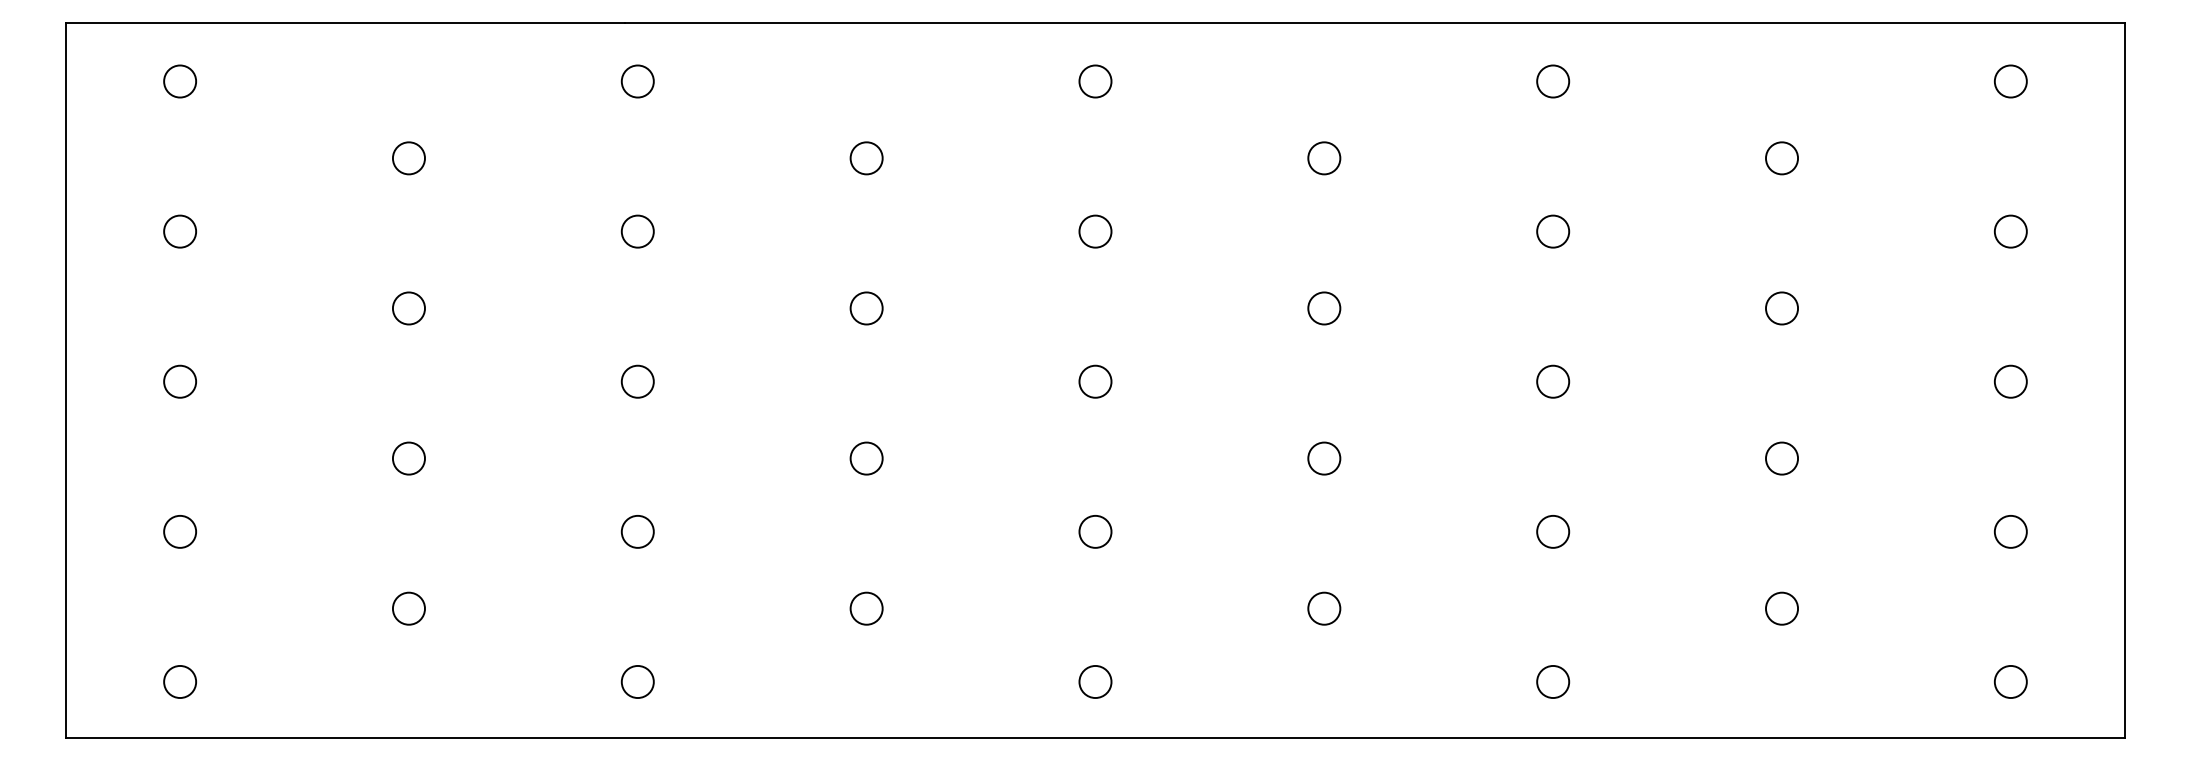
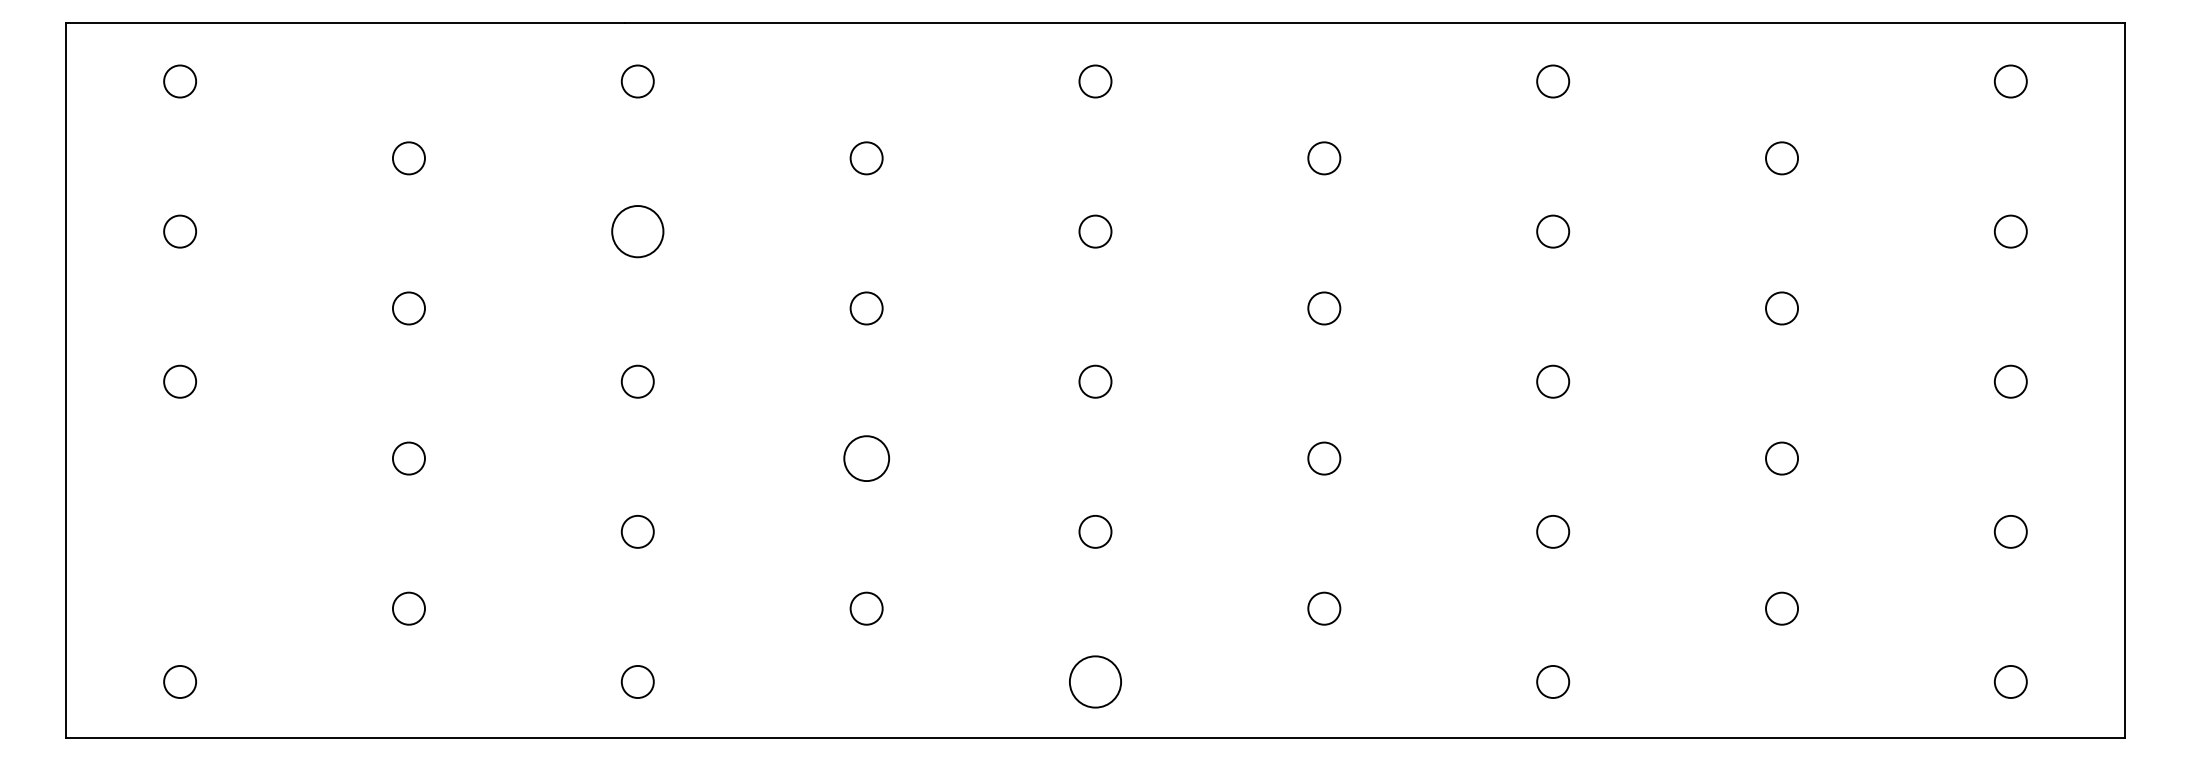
circle at (637, 231) diameter: 32 px -> 51 px
circle at (866, 458) size: 35x35 px -> 47x47 px
circle at (179, 531): present -> none
circle at (1095, 681) diameter: 32 px -> 51 px
